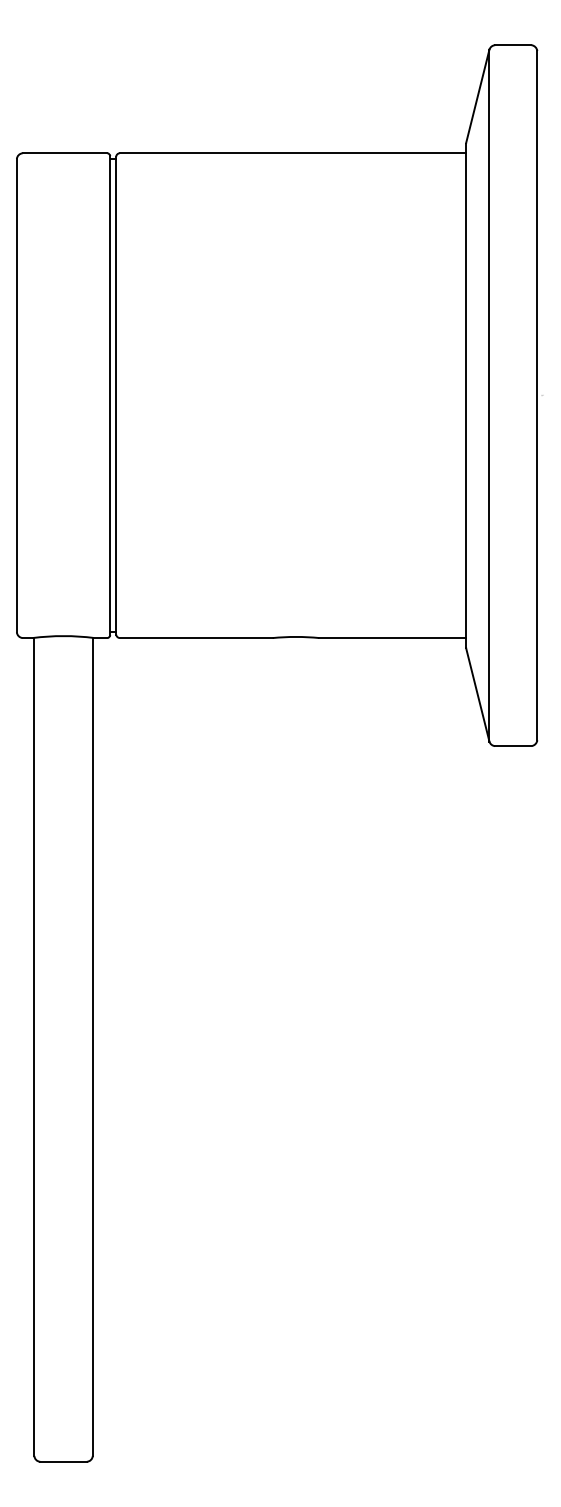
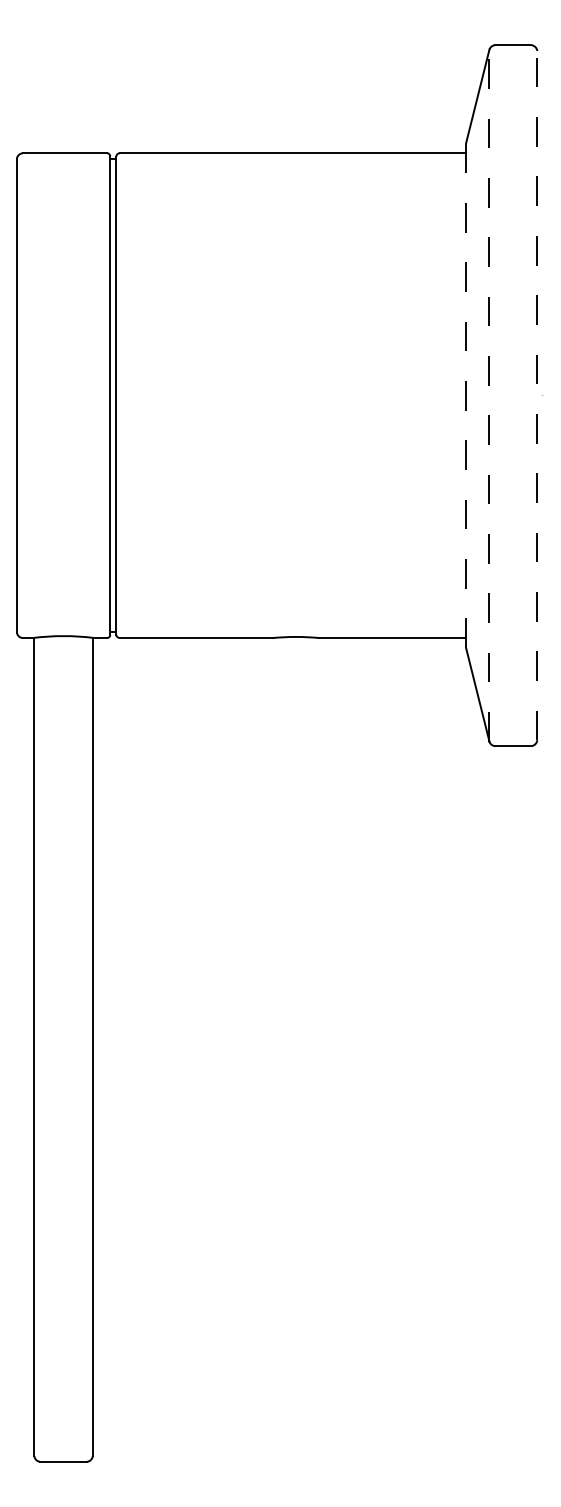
line at (466, 395): solid -> dashed
line at (489, 395): solid -> dashed
line at (537, 395): solid -> dashed
